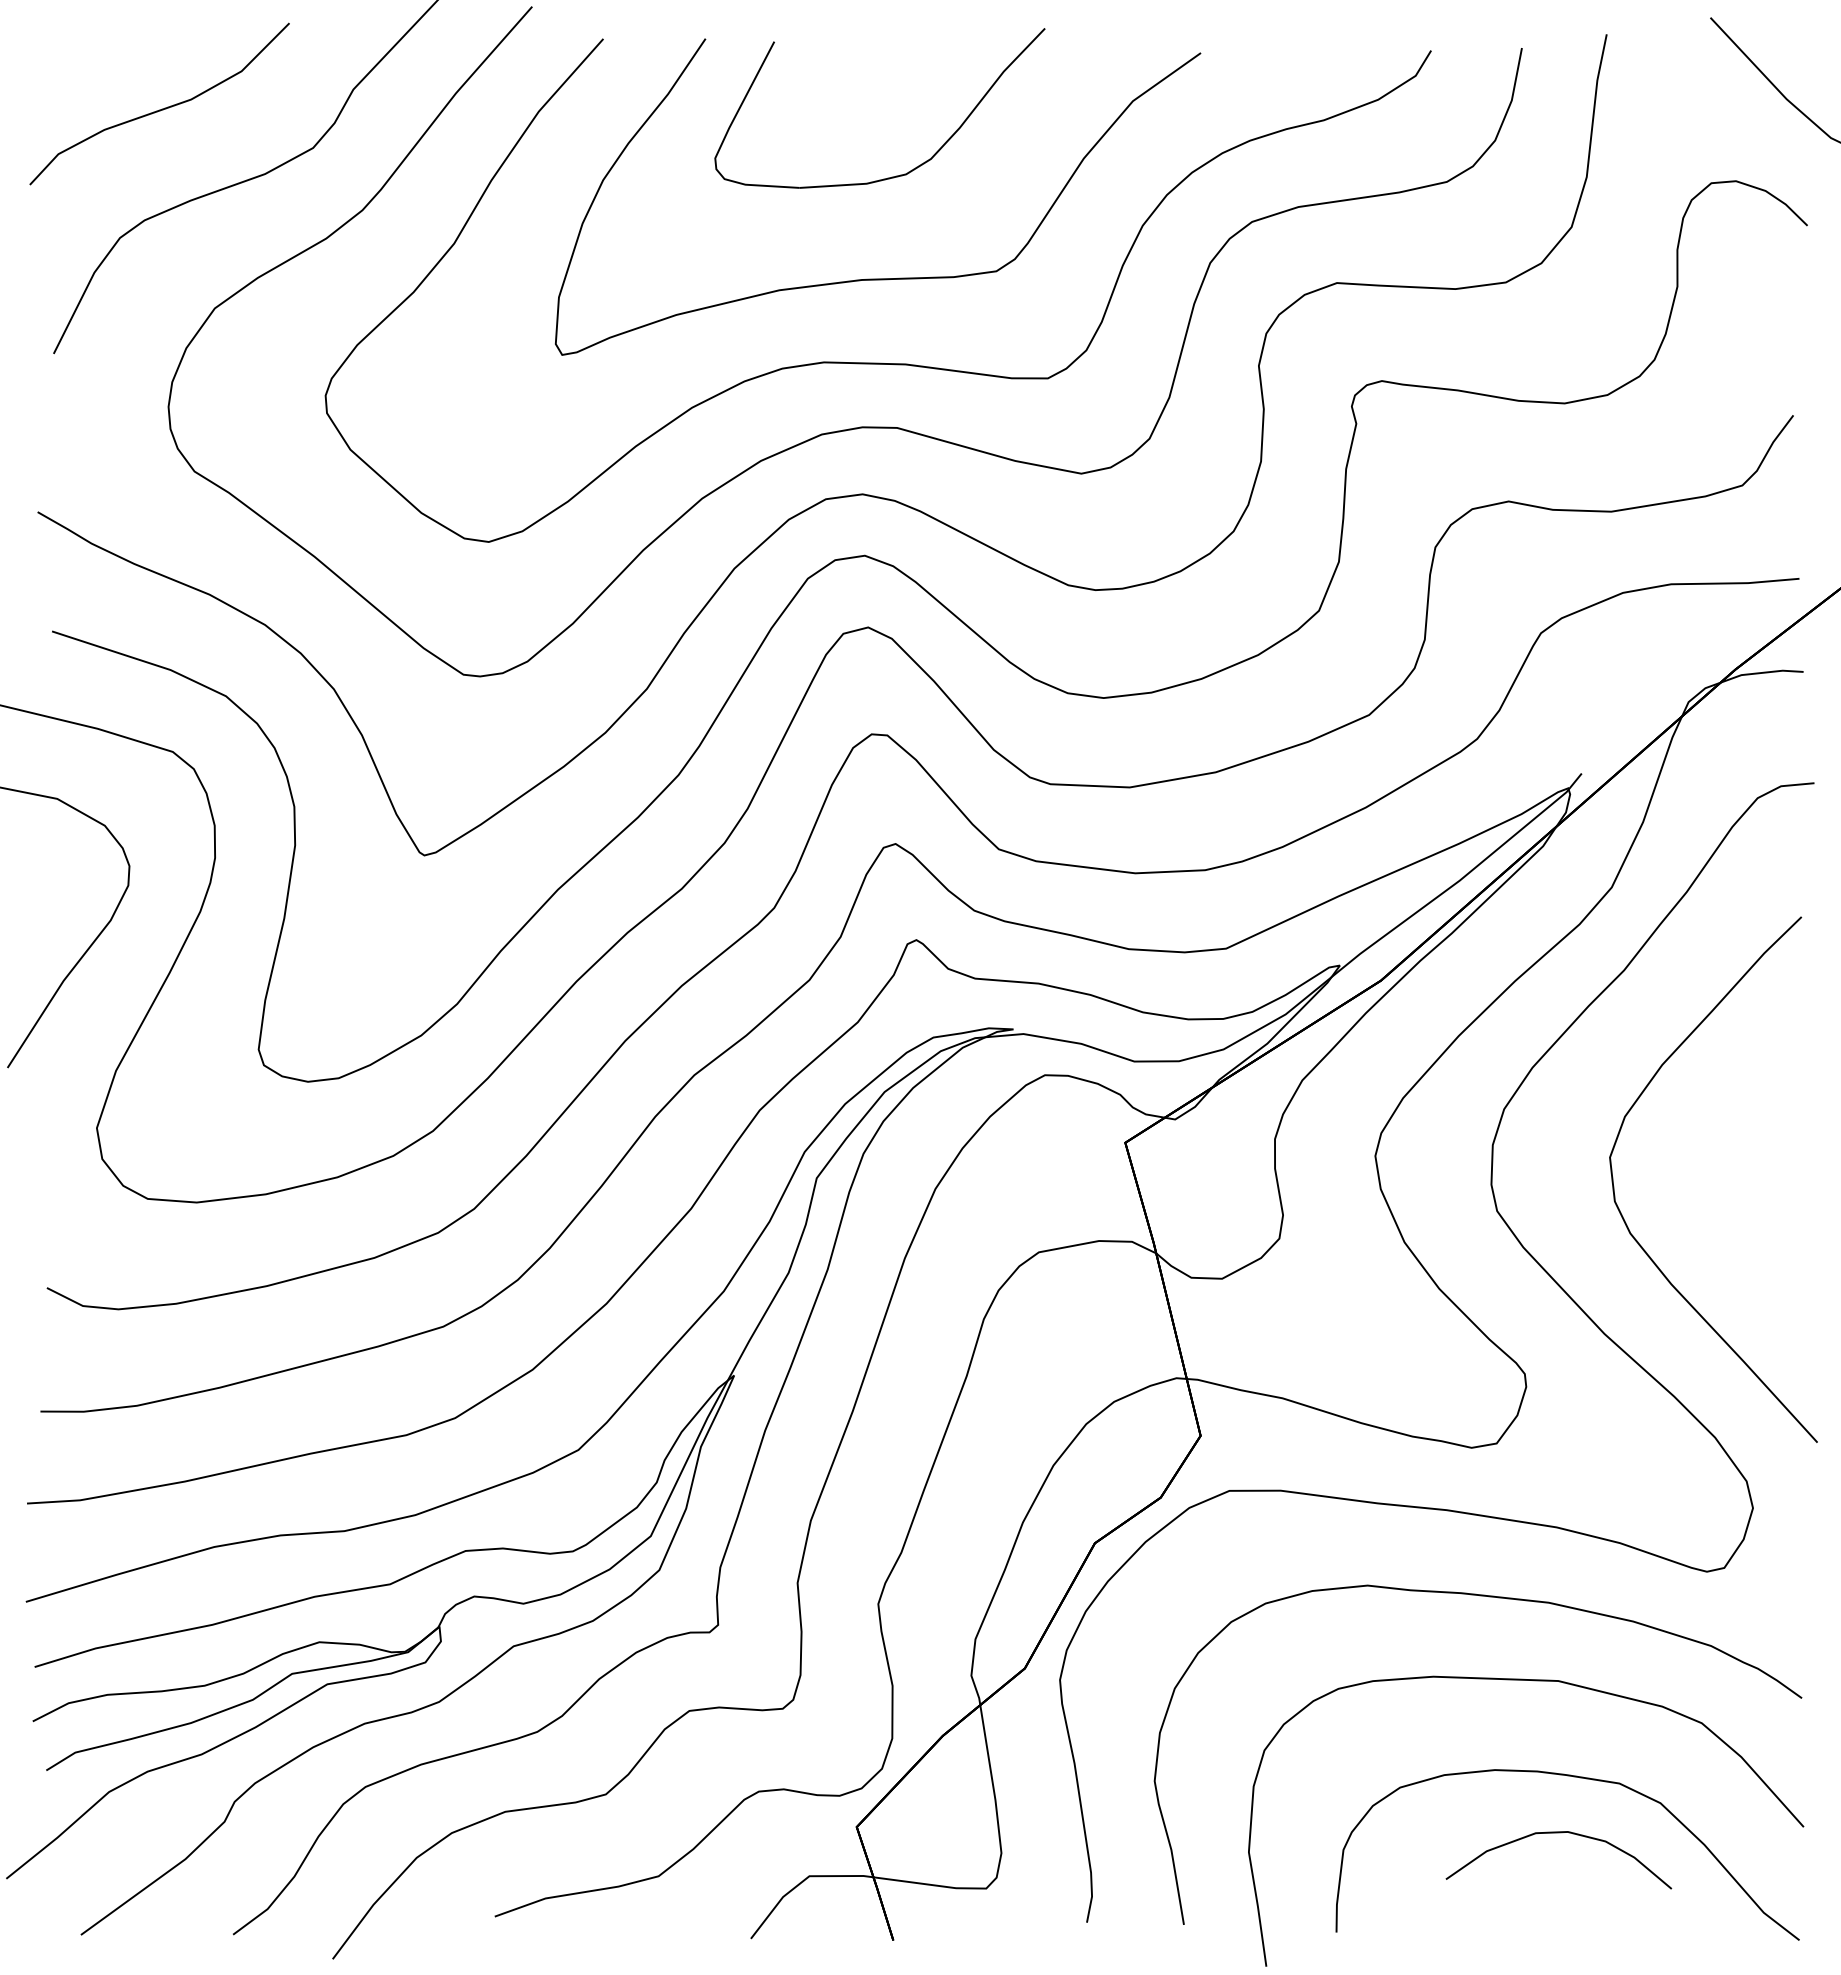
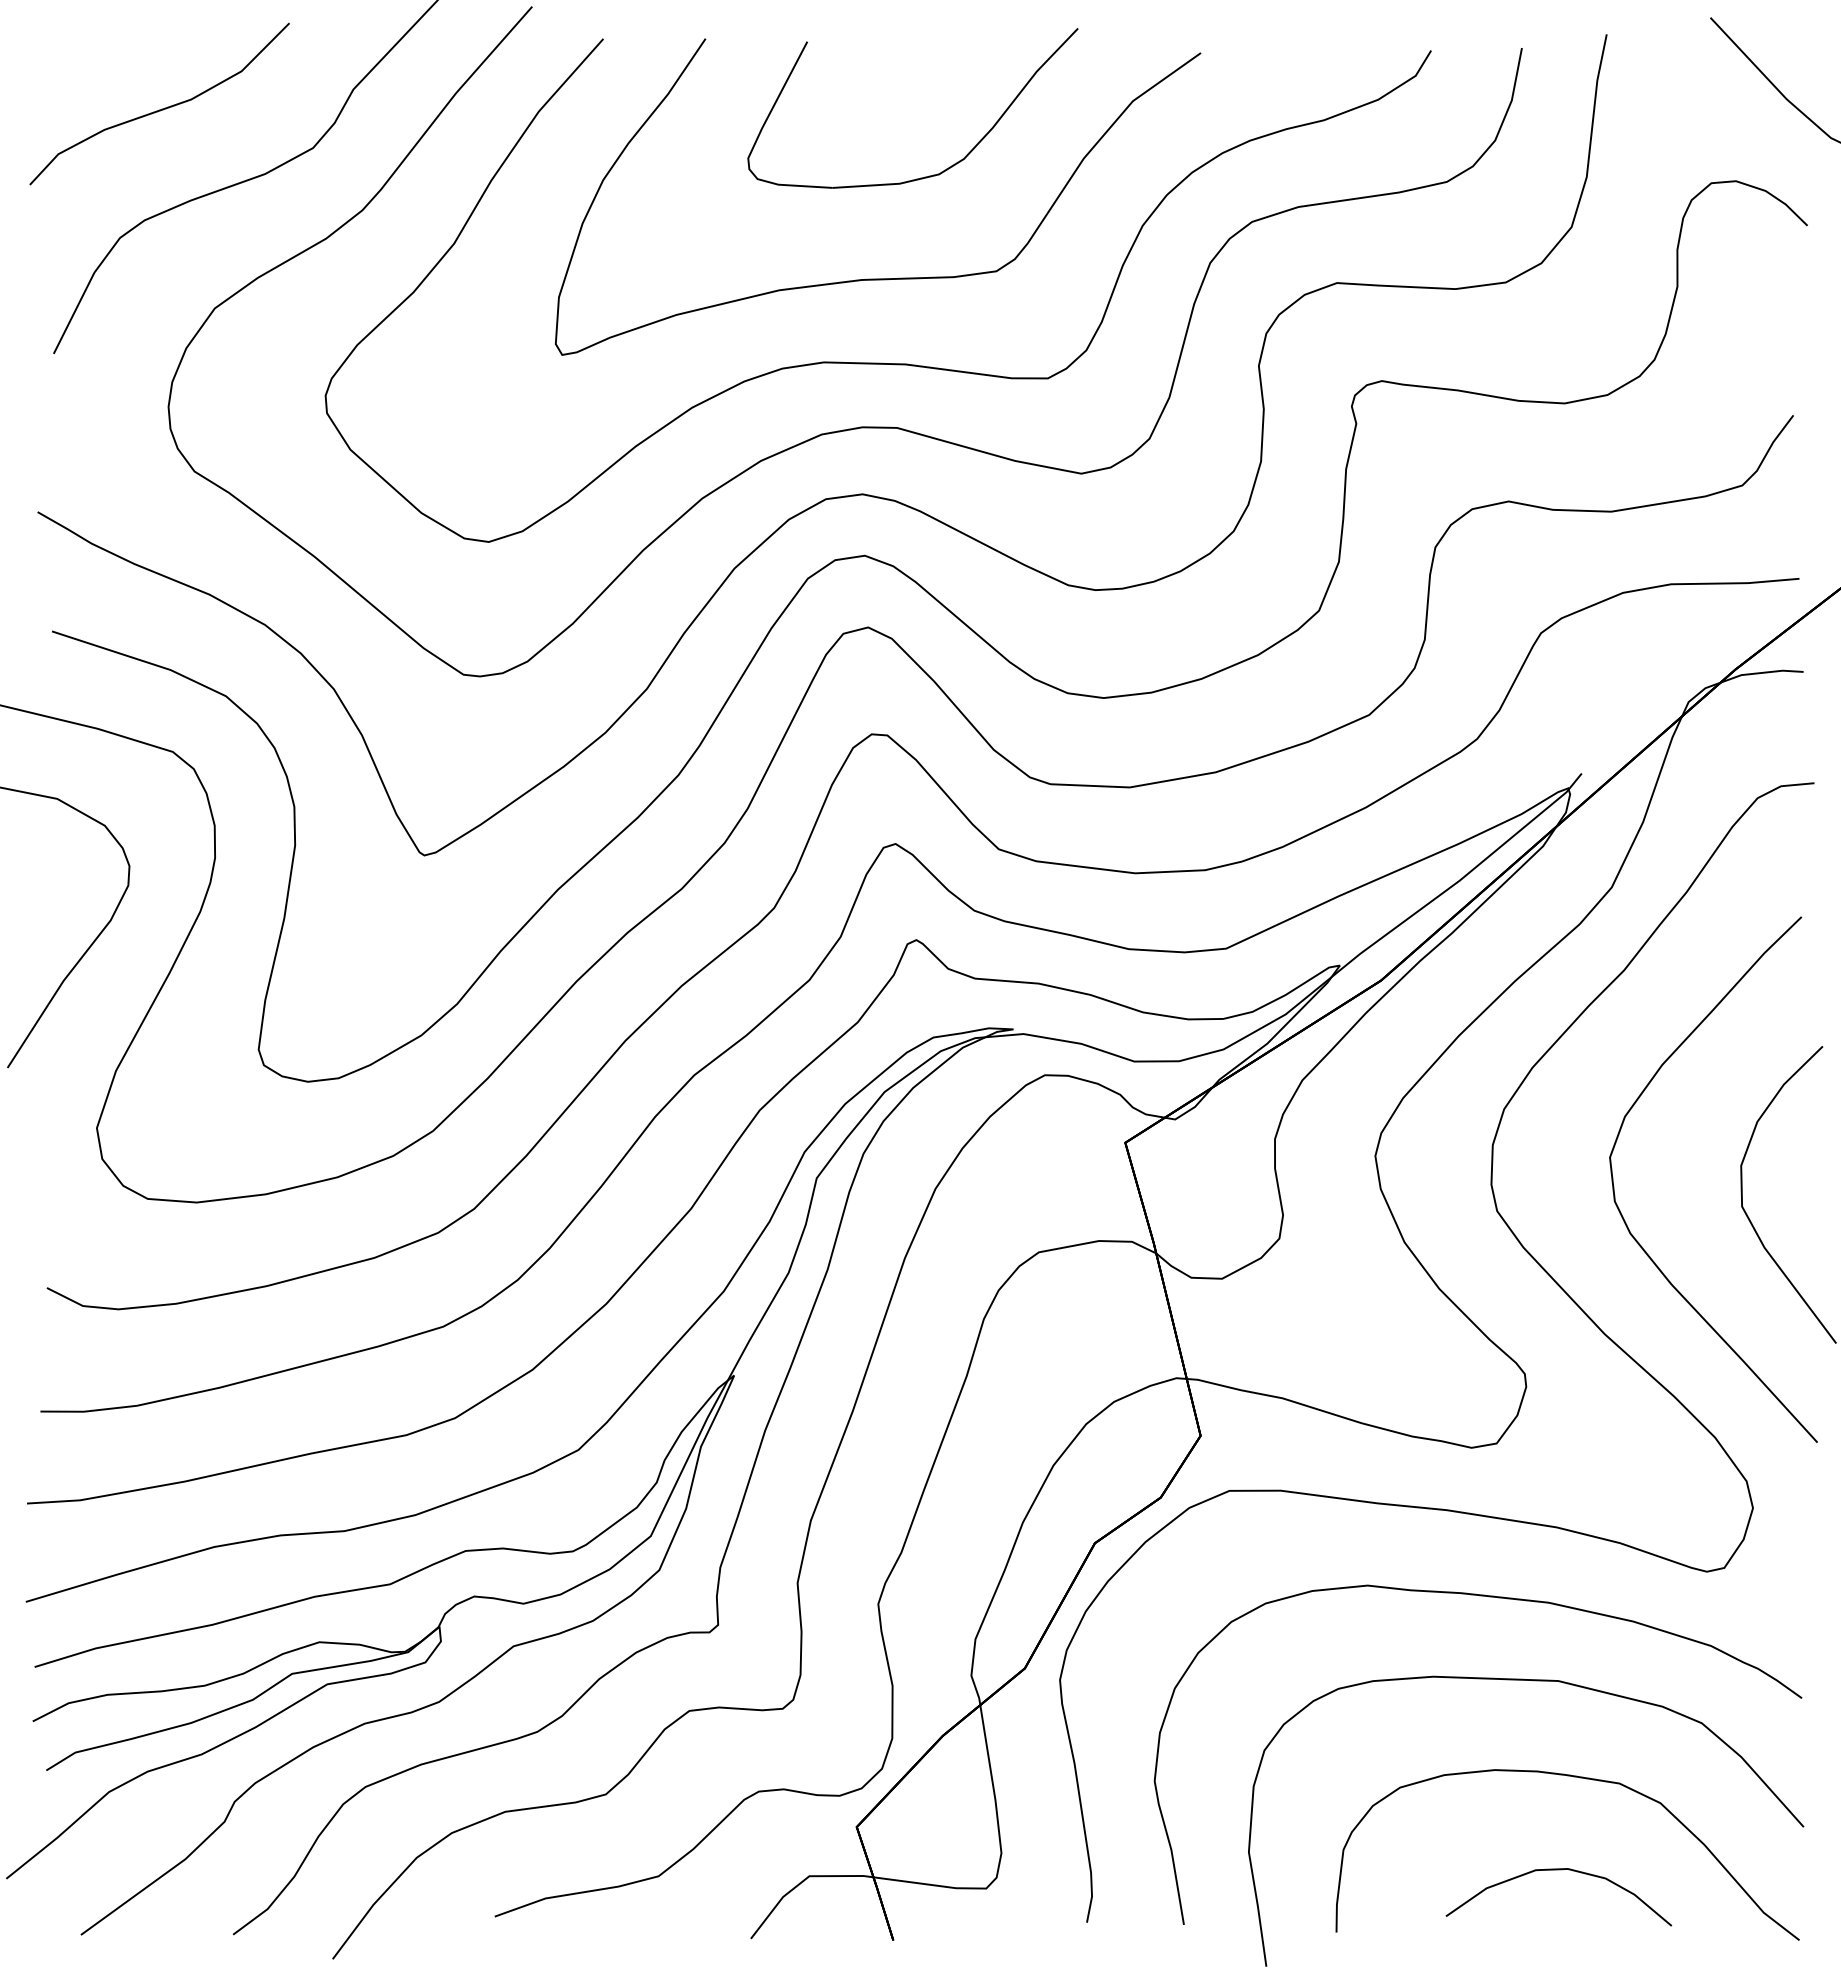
part at (916, 166) position: (916, 166) -> (949, 166)
curve at (1749, 1217): none -> present
curve at (1558, 1833) position: (1558, 1833) -> (1558, 1870)
